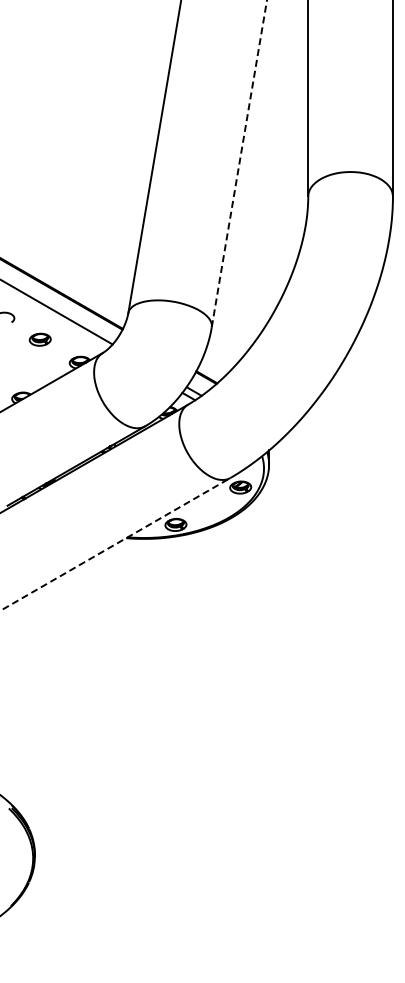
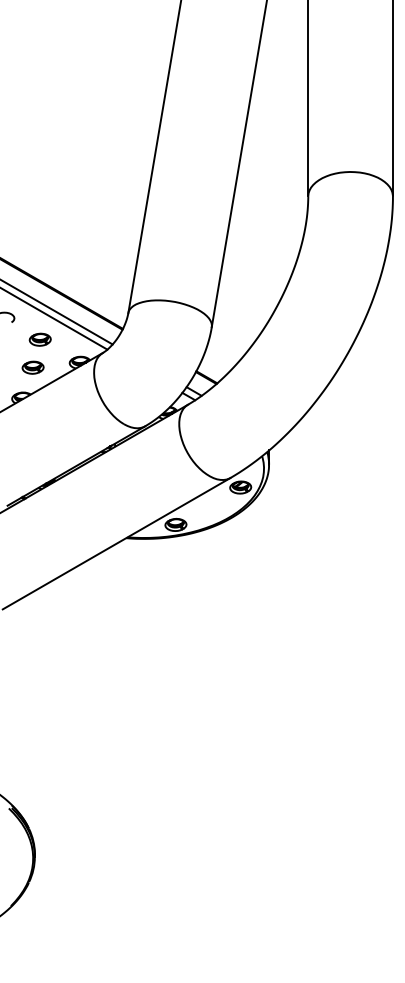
line at (239, 163): dashed -> solid
line at (54, 319): none -> present
part at (32, 367): none -> present
line at (117, 543): dashed -> solid
